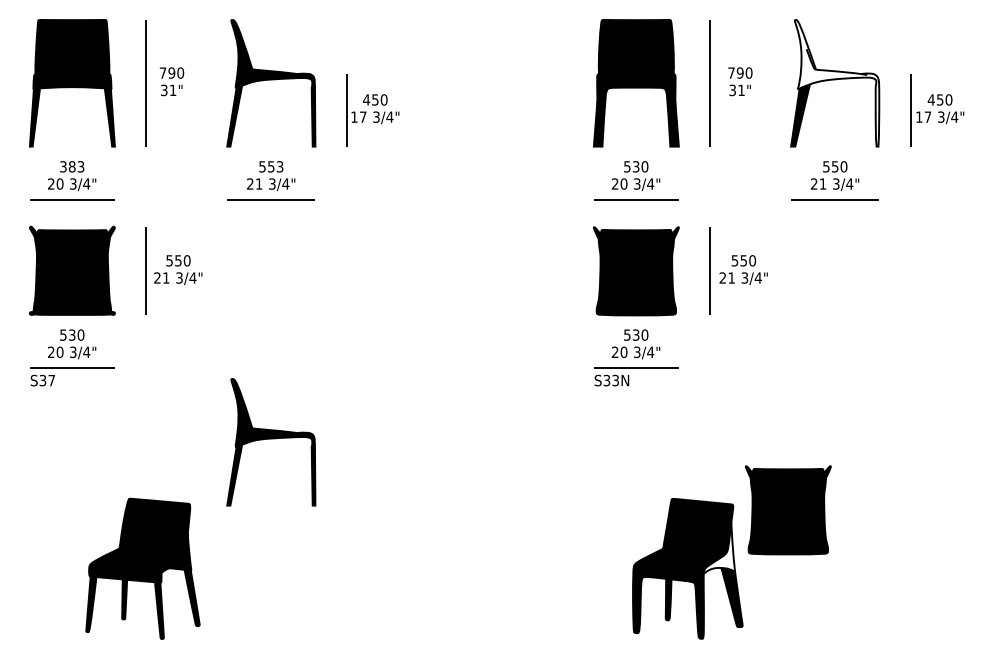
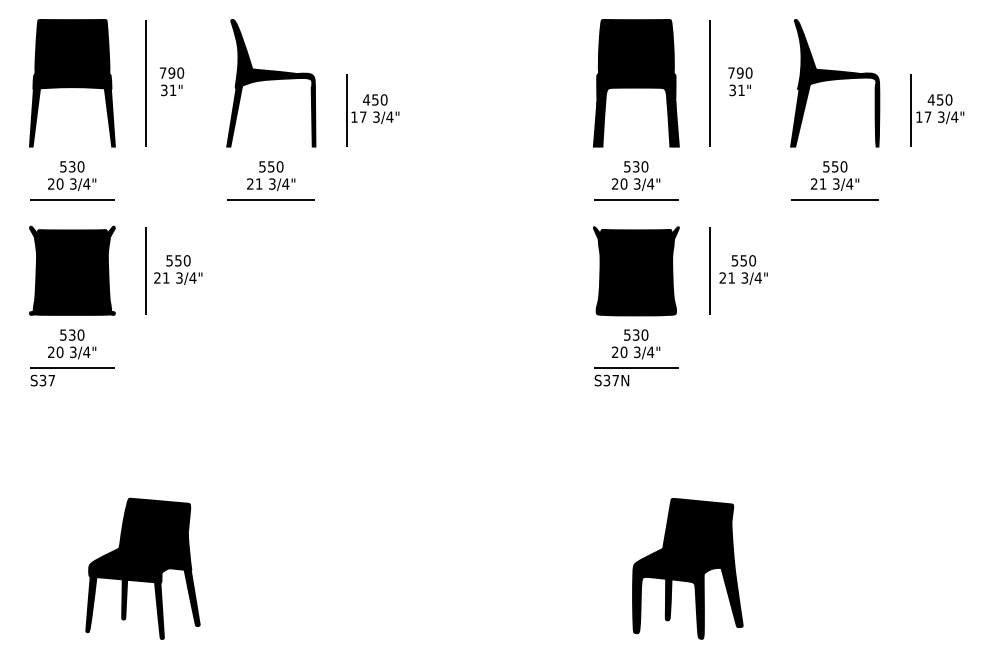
fill at (836, 82): none -> present
text at (72, 166): 383 -> 530
text at (279, 166): 553 -> 550
text at (615, 380): S33N -> S37N
part at (271, 442): present -> none
part at (788, 510): present -> none
fill at (719, 548): none -> present
